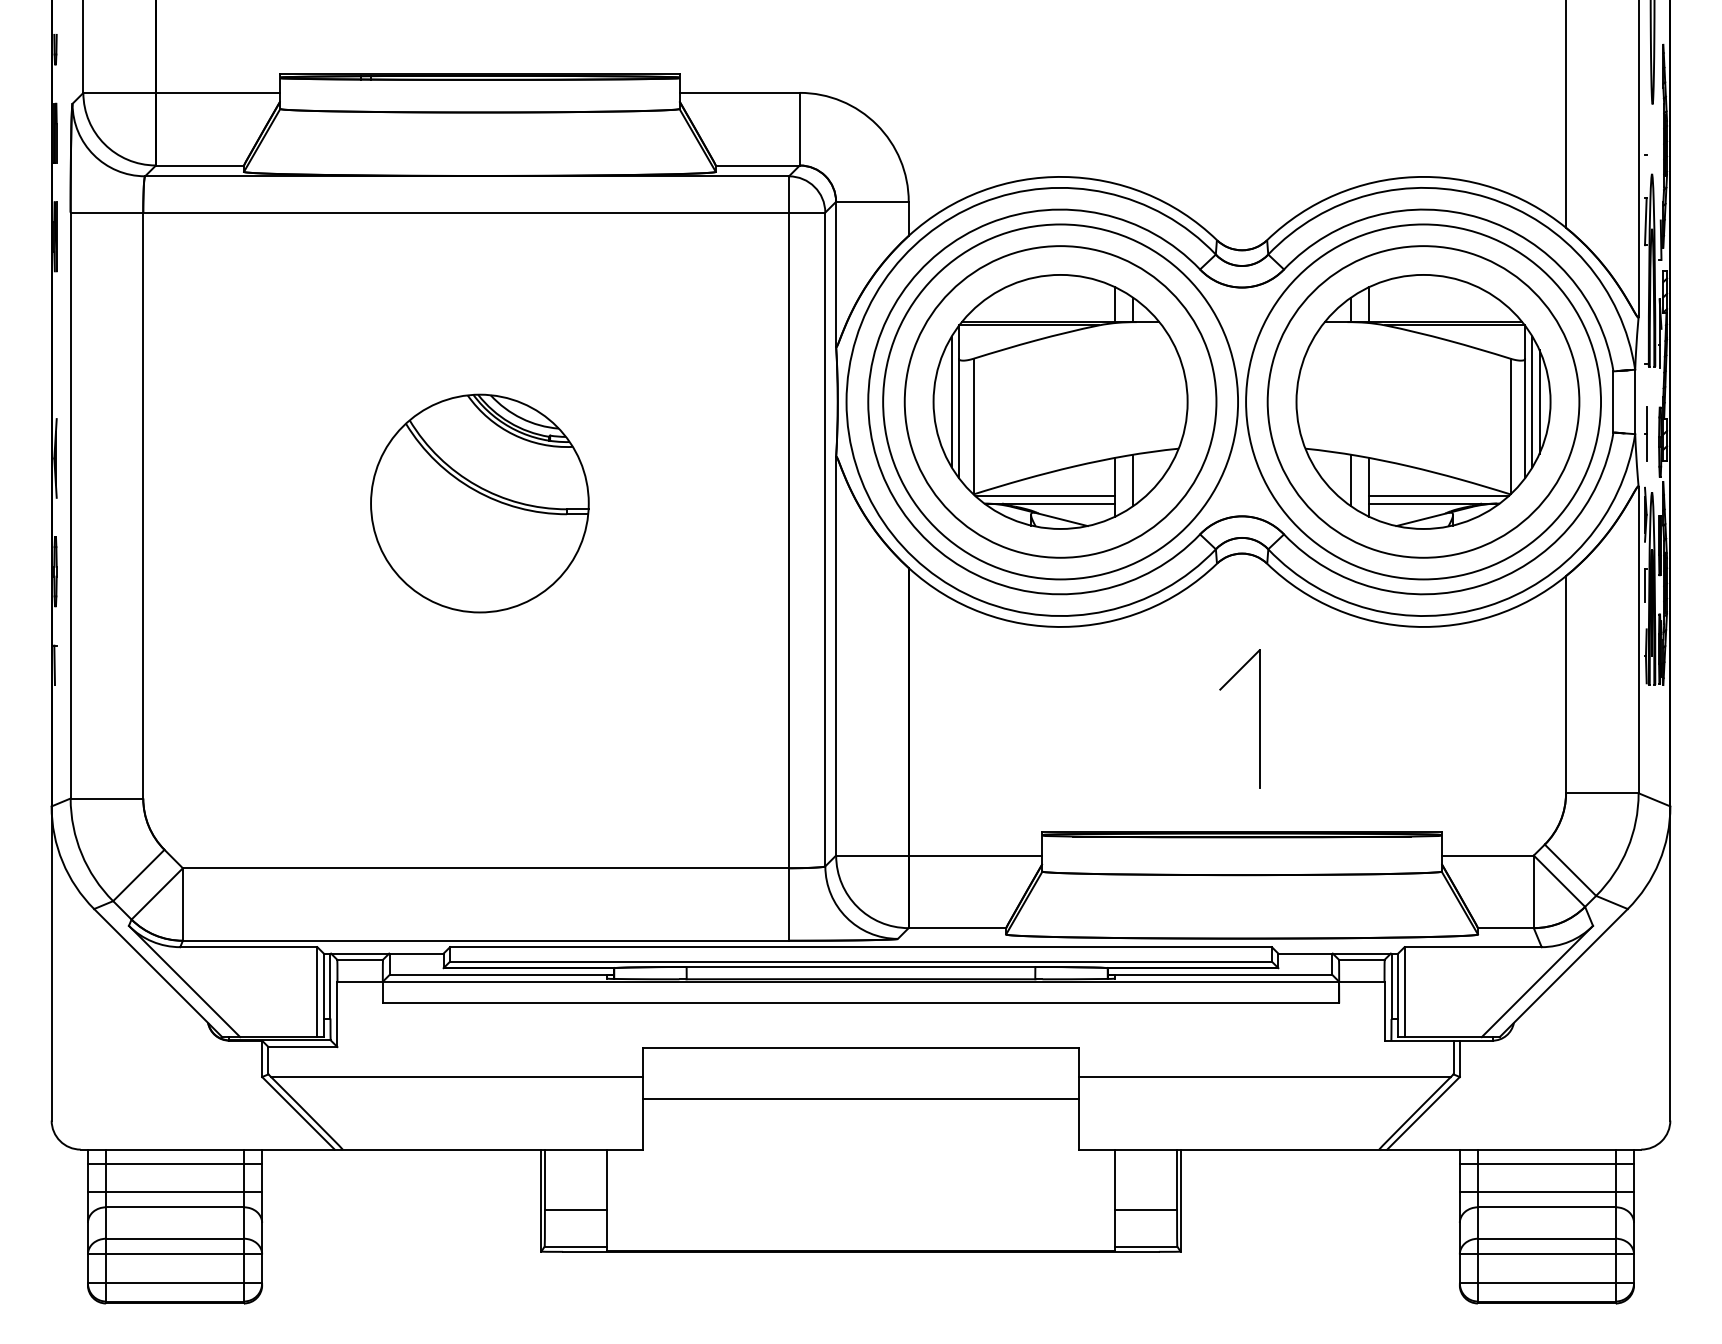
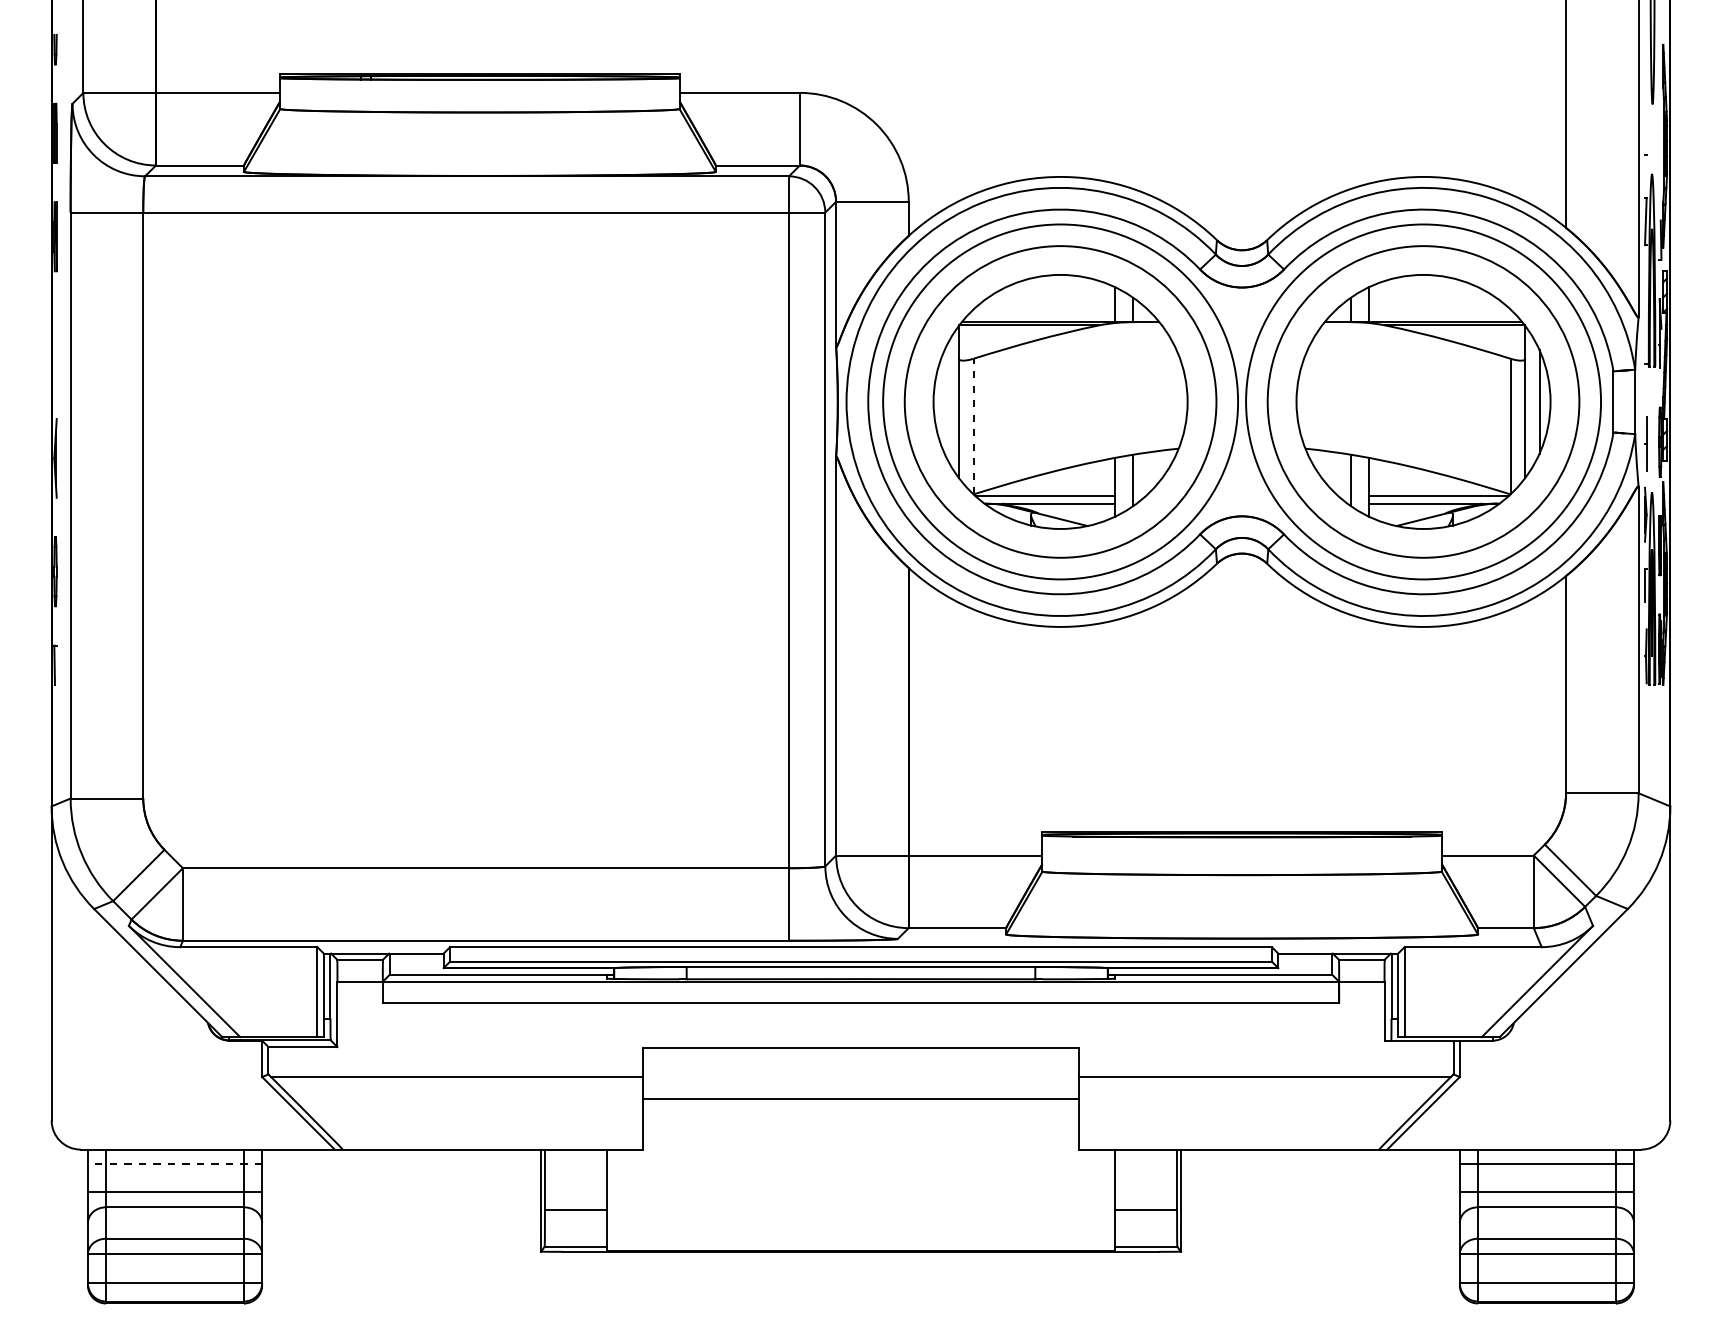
line at (951, 401): present -> none
line at (1532, 401): present -> none
line at (973, 426): solid -> dashed
part at (1645, 433) position: (1645, 433) -> (1645, 443)
part at (479, 503): present -> none
part at (1259, 718): present -> none
line at (174, 1164): solid -> dashed
